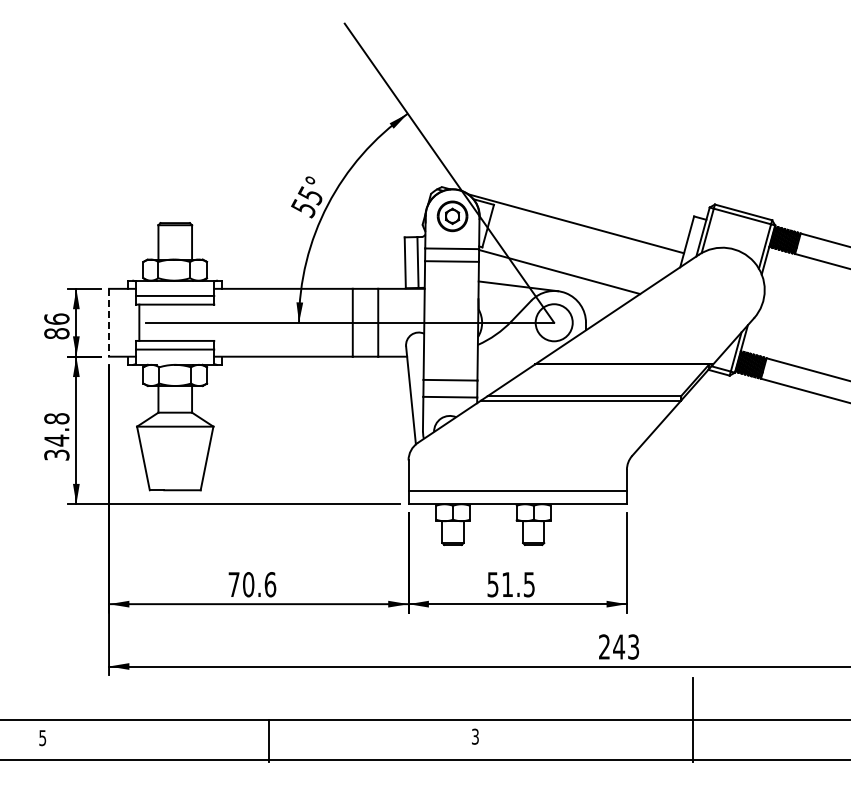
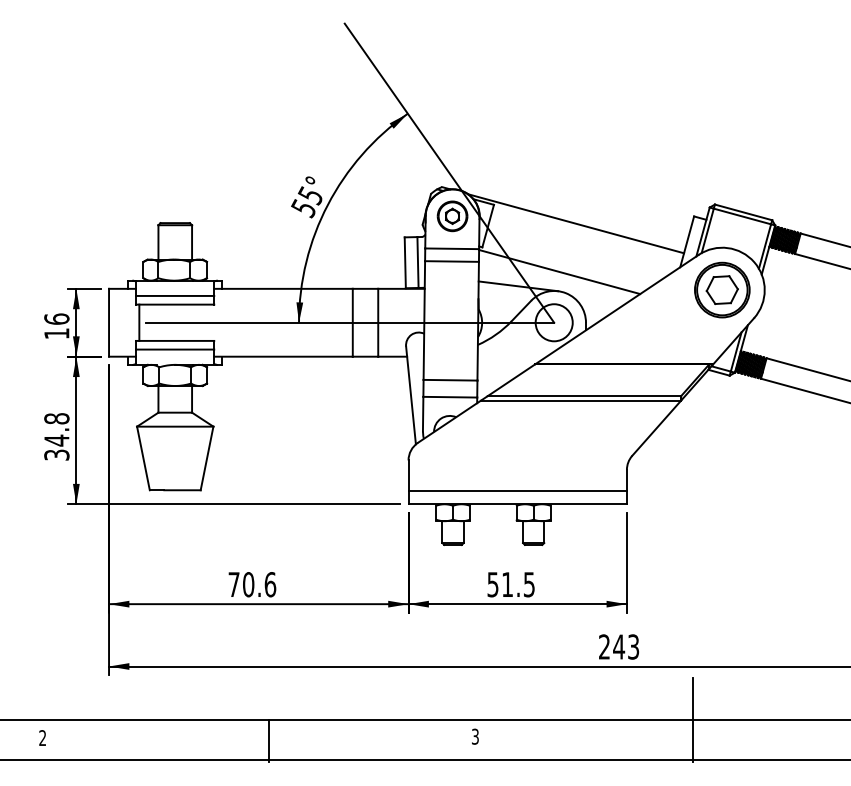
part at (722, 289): none -> present
line at (109, 322): dashed -> solid
text at (56, 333): 86 -> 16
text at (42, 738): 5 -> 2
